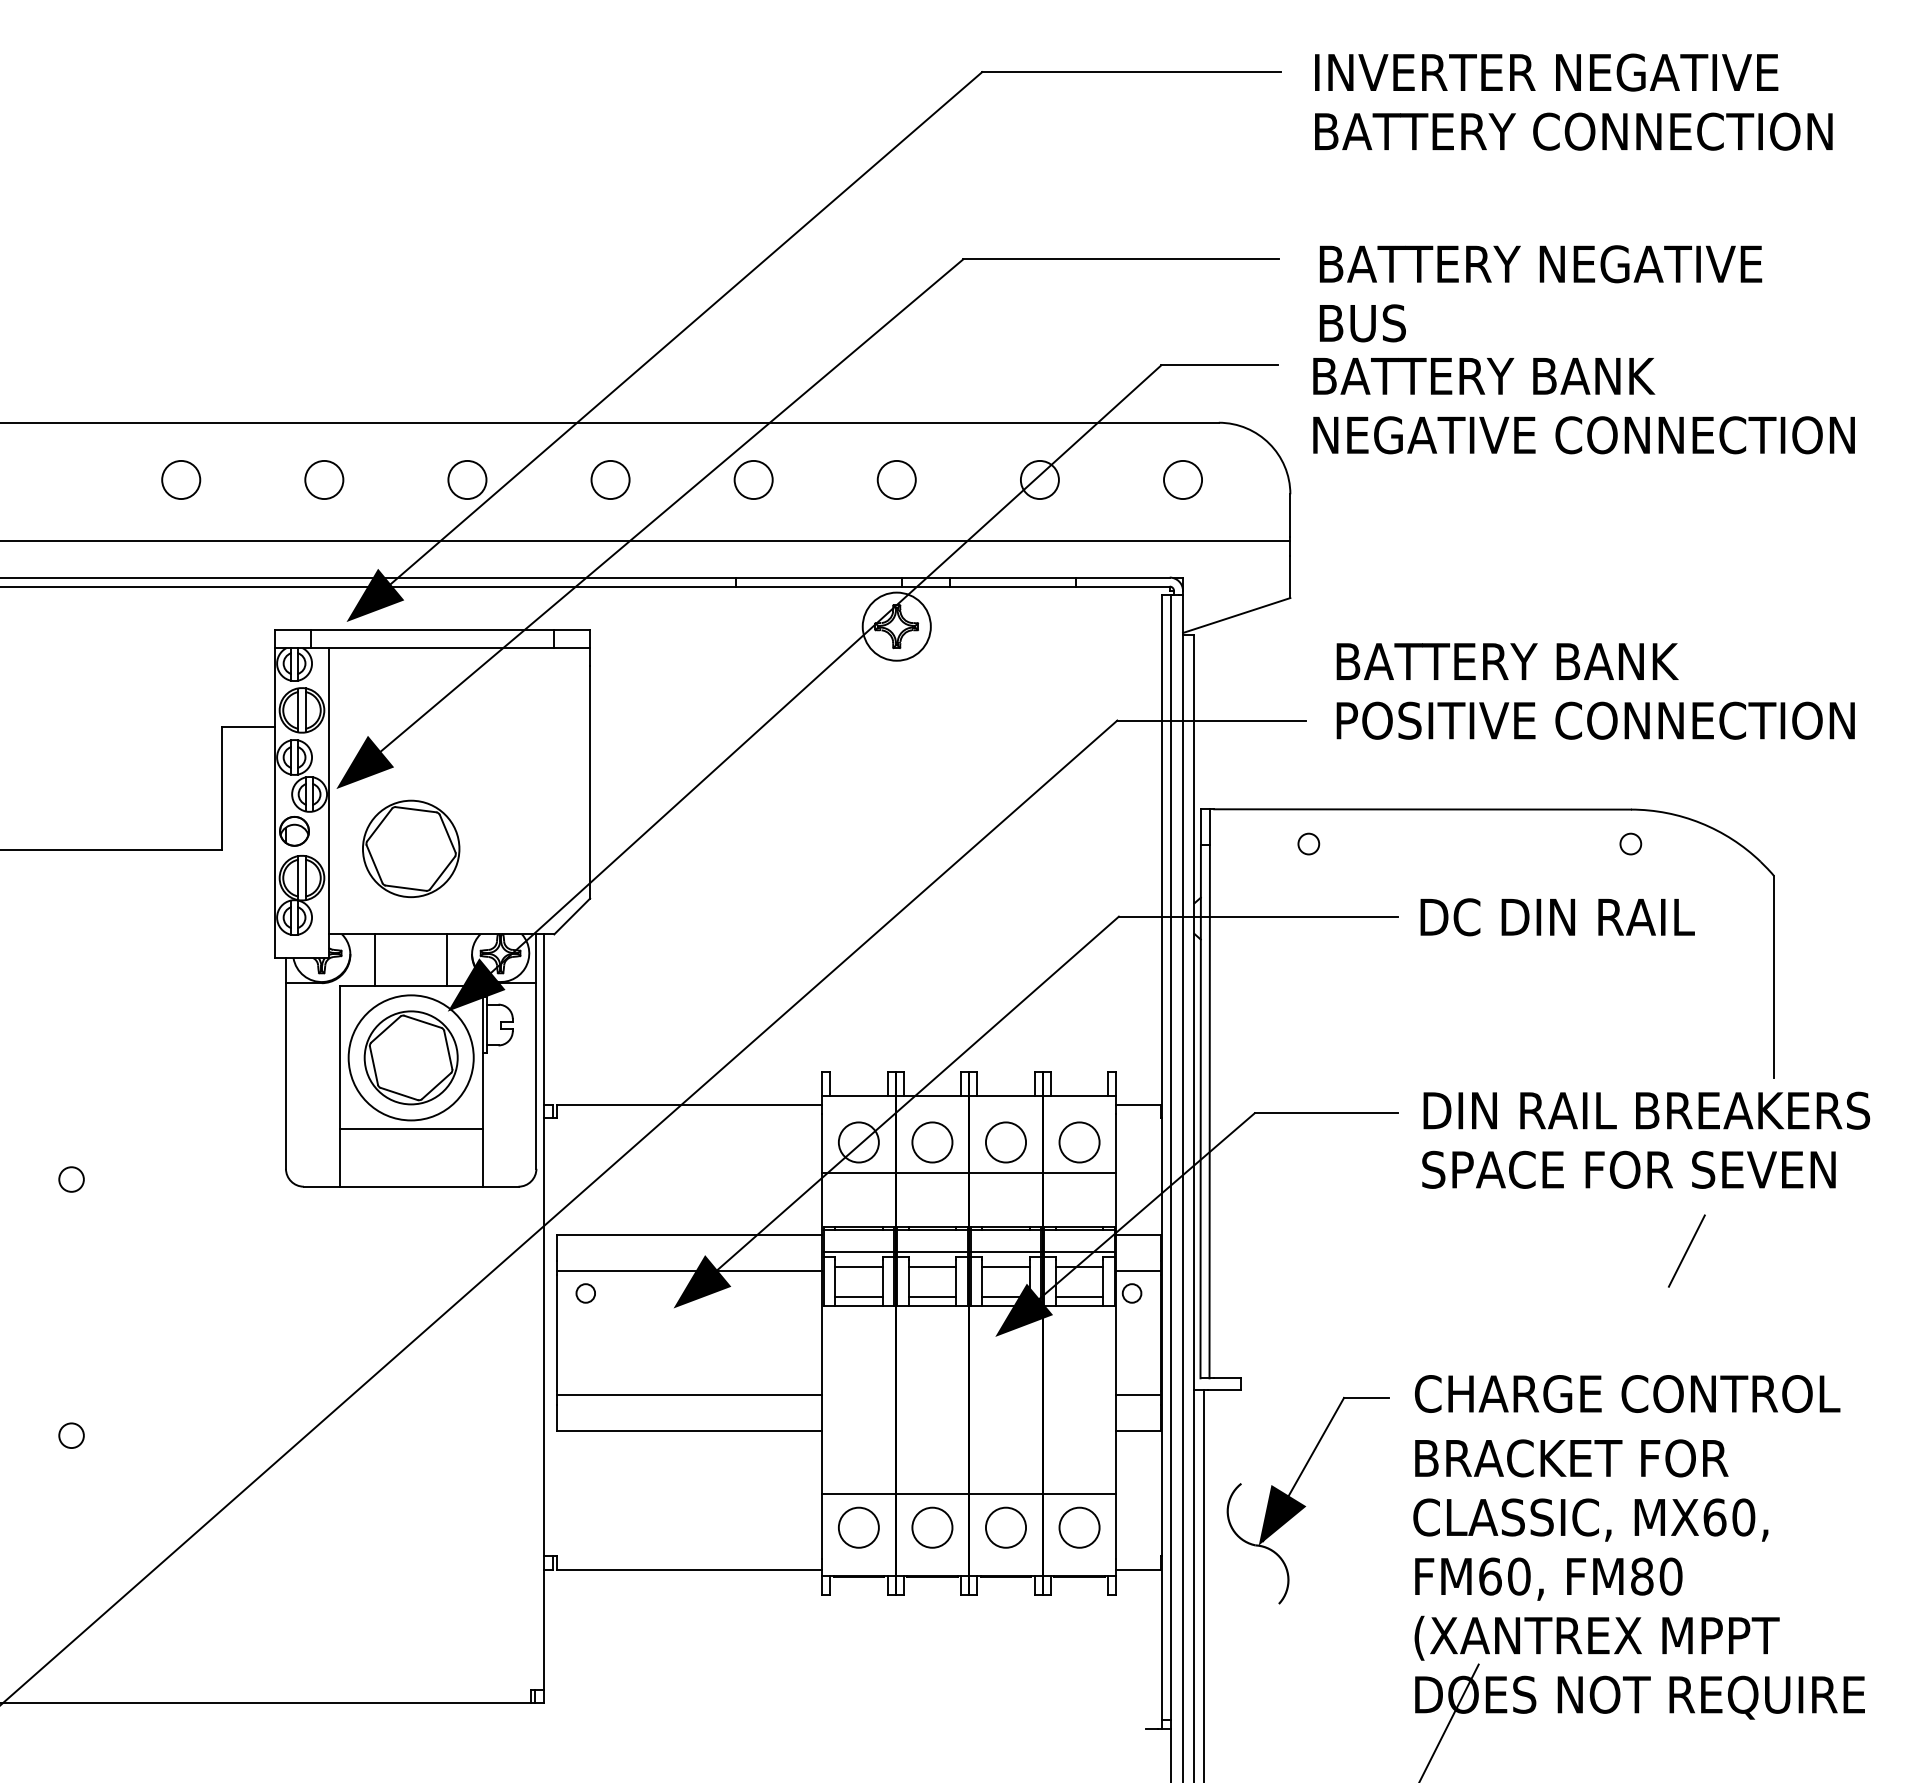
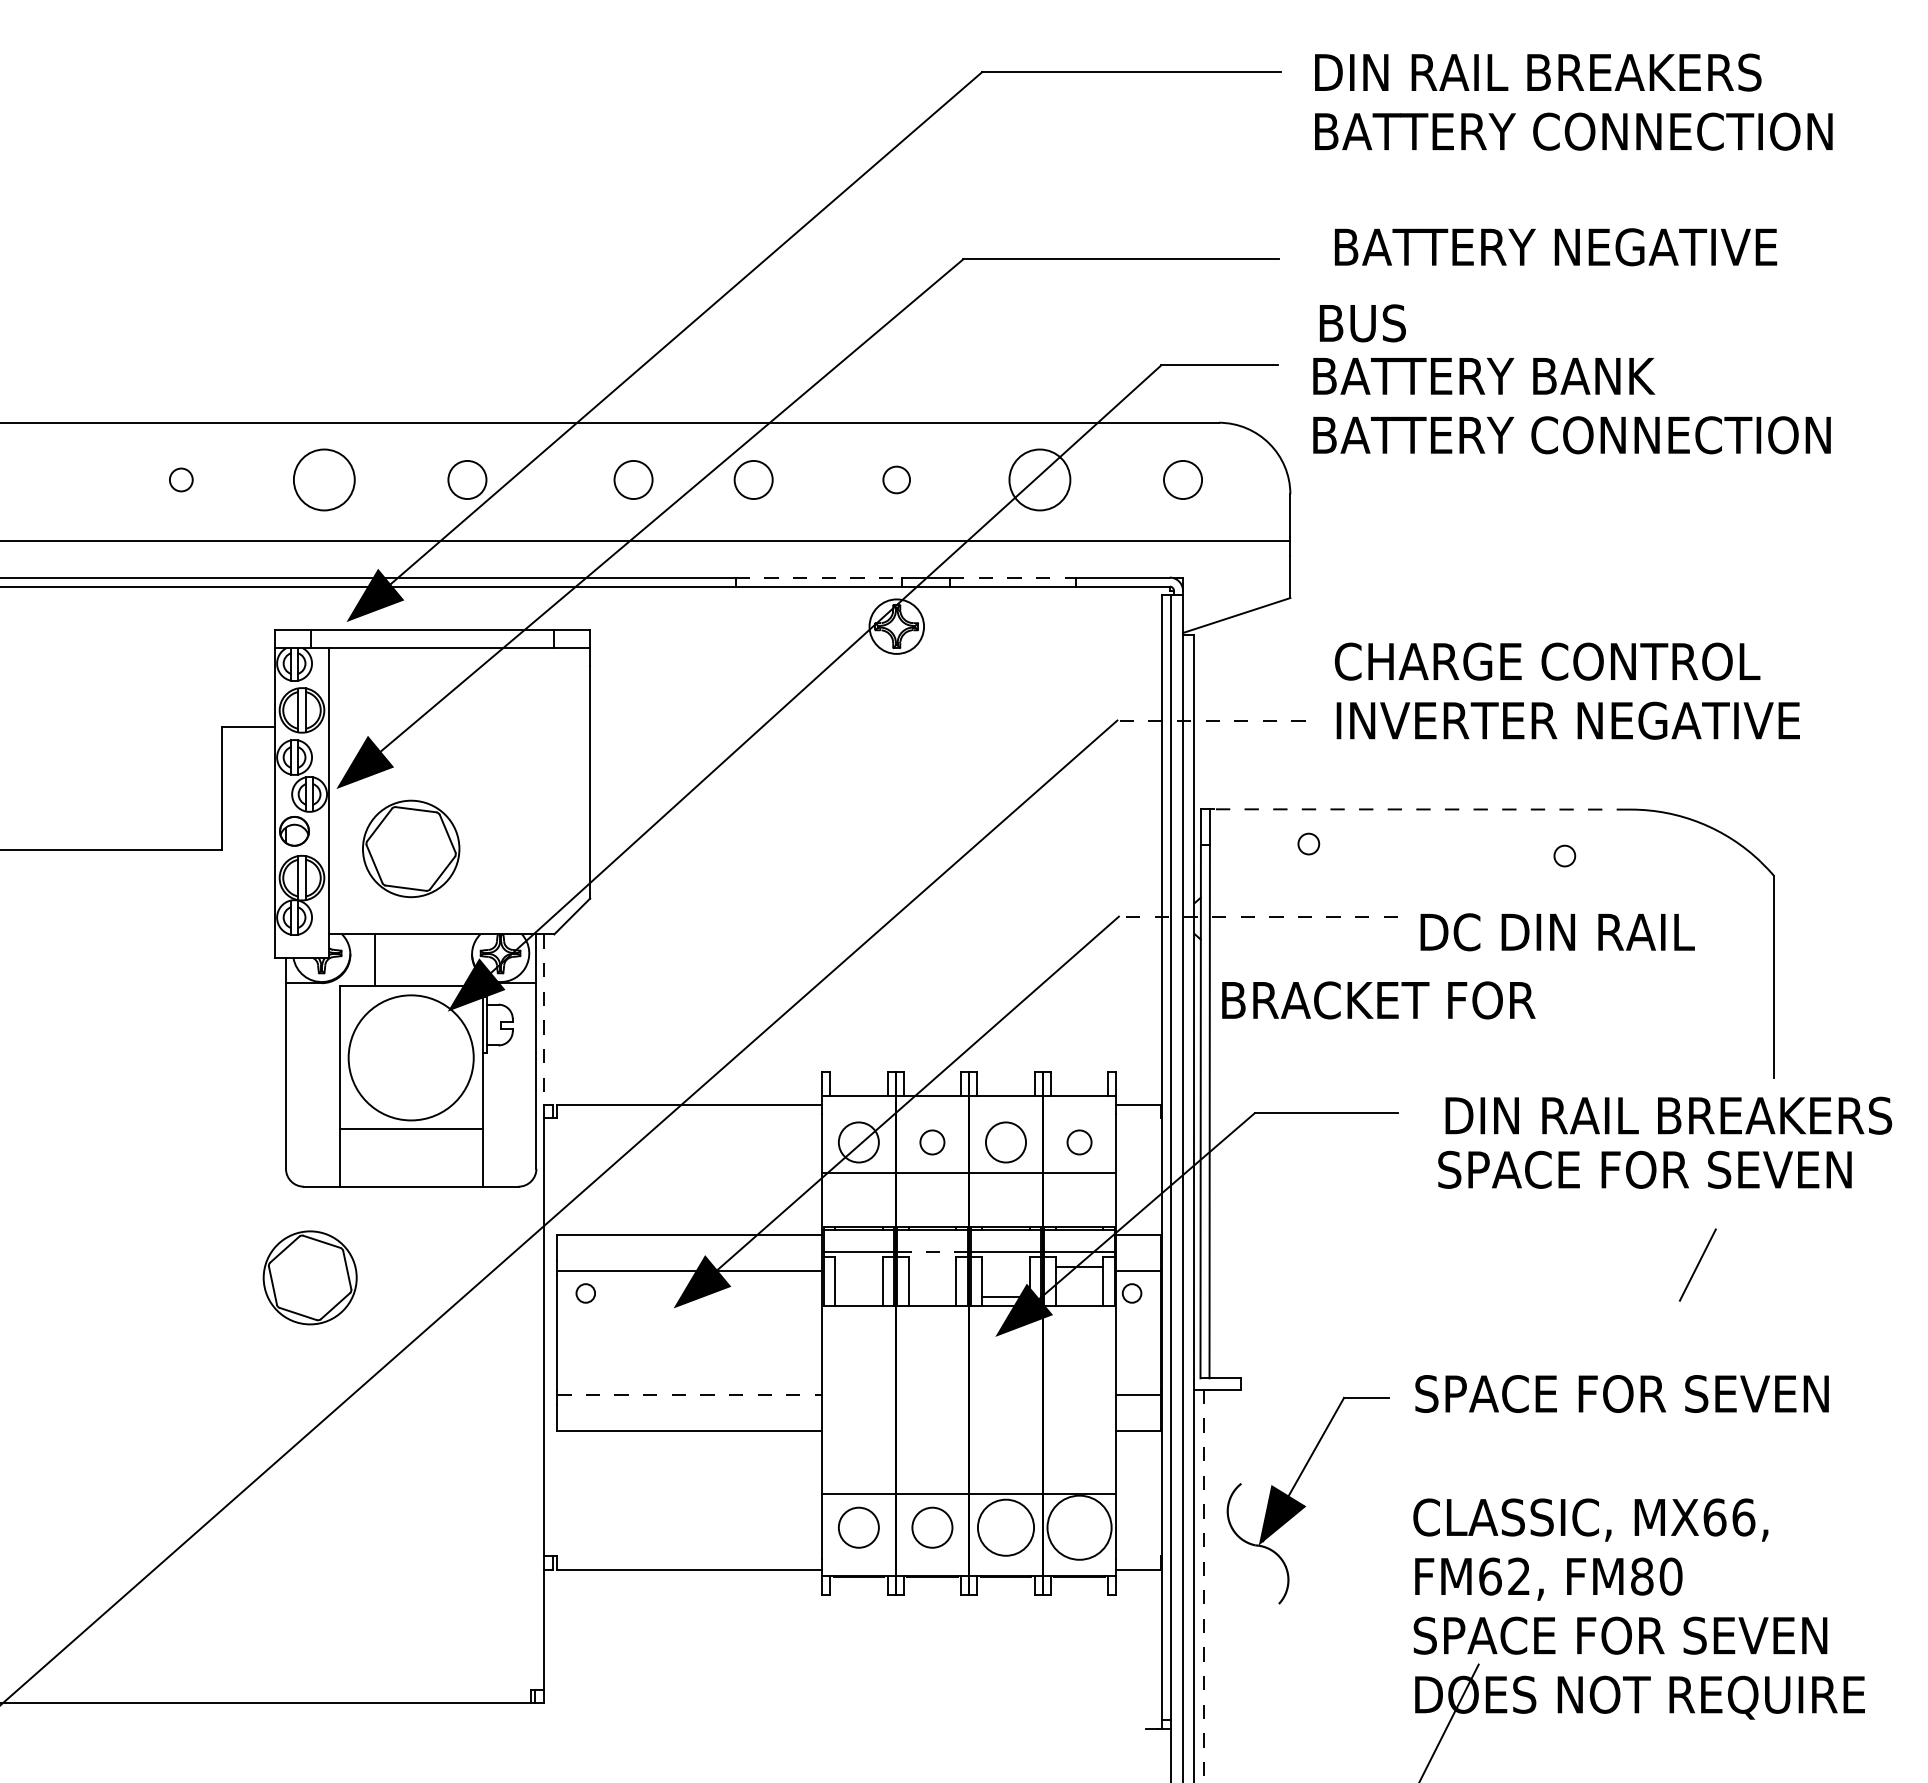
text at (1548, 72): INVERTER NEGATIVE -> DIN RAIL BREAKERS
text at (1541, 264) position: (1541, 264) -> (1556, 247)
text at (1585, 435): NEGATIVE CONNECTION -> BATTERY CONNECTION
circle at (181, 479) size: 41x40 px -> 25x26 px
circle at (324, 479) diameter: 38 px -> 61 px
circle at (610, 479) position: (610, 479) -> (633, 479)
circle at (896, 479) size: 41x40 px -> 29x30 px
circle at (1039, 479) diameter: 38 px -> 61 px
line at (819, 577): solid -> dashed
line at (1012, 577): solid -> dashed
circle at (896, 626) diameter: 68 px -> 54 px
text at (1547, 661): BATTERY BANK -> CHARGE CONTROL
line at (1211, 720): solid -> dashed
text at (1597, 720): POSITIVE CONNECTION -> INVERTER NEGATIVE
line at (1422, 809): solid -> dashed
circle at (1630, 843) position: (1630, 843) -> (1564, 855)
line at (1258, 916): solid -> dashed
text at (1557, 917) position: (1557, 917) -> (1557, 932)
line at (446, 960): present -> none
line at (543, 1019): solid -> dashed
part at (410, 1057) position: (410, 1057) -> (309, 1277)
text at (1646, 1110) position: (1646, 1110) -> (1668, 1115)
circle at (932, 1142) diameter: 40 px -> 24 px
circle at (1079, 1142) diameter: 40 px -> 24 px
text at (1628, 1169) position: (1628, 1169) -> (1644, 1169)
circle at (71, 1179): present -> none
line at (1686, 1250) position: (1686, 1250) -> (1697, 1264)
line at (933, 1251): solid -> dashed
line at (858, 1267): present -> none
line at (932, 1267): present -> none
line at (1005, 1267): present -> none
line at (858, 1296): present -> none
line at (932, 1296): present -> none
line at (1079, 1296): present -> none
line at (689, 1394): solid -> dashed
text at (1627, 1394): CHARGE CONTROL -> SPACE FOR SEVEN
circle at (71, 1435): present -> none
text at (1571, 1458) position: (1571, 1458) -> (1378, 1000)
text at (1743, 1517): MX60, -> MX66,
circle at (1005, 1527) diameter: 40 px -> 56 px
circle at (1079, 1527) diameter: 40 px -> 64 px
text at (1519, 1576): FM60, -> FM62,
line at (1203, 1586): solid -> dashed
text at (1620, 1637): (XANTREX MPPT -> SPACE FOR SEVEN
